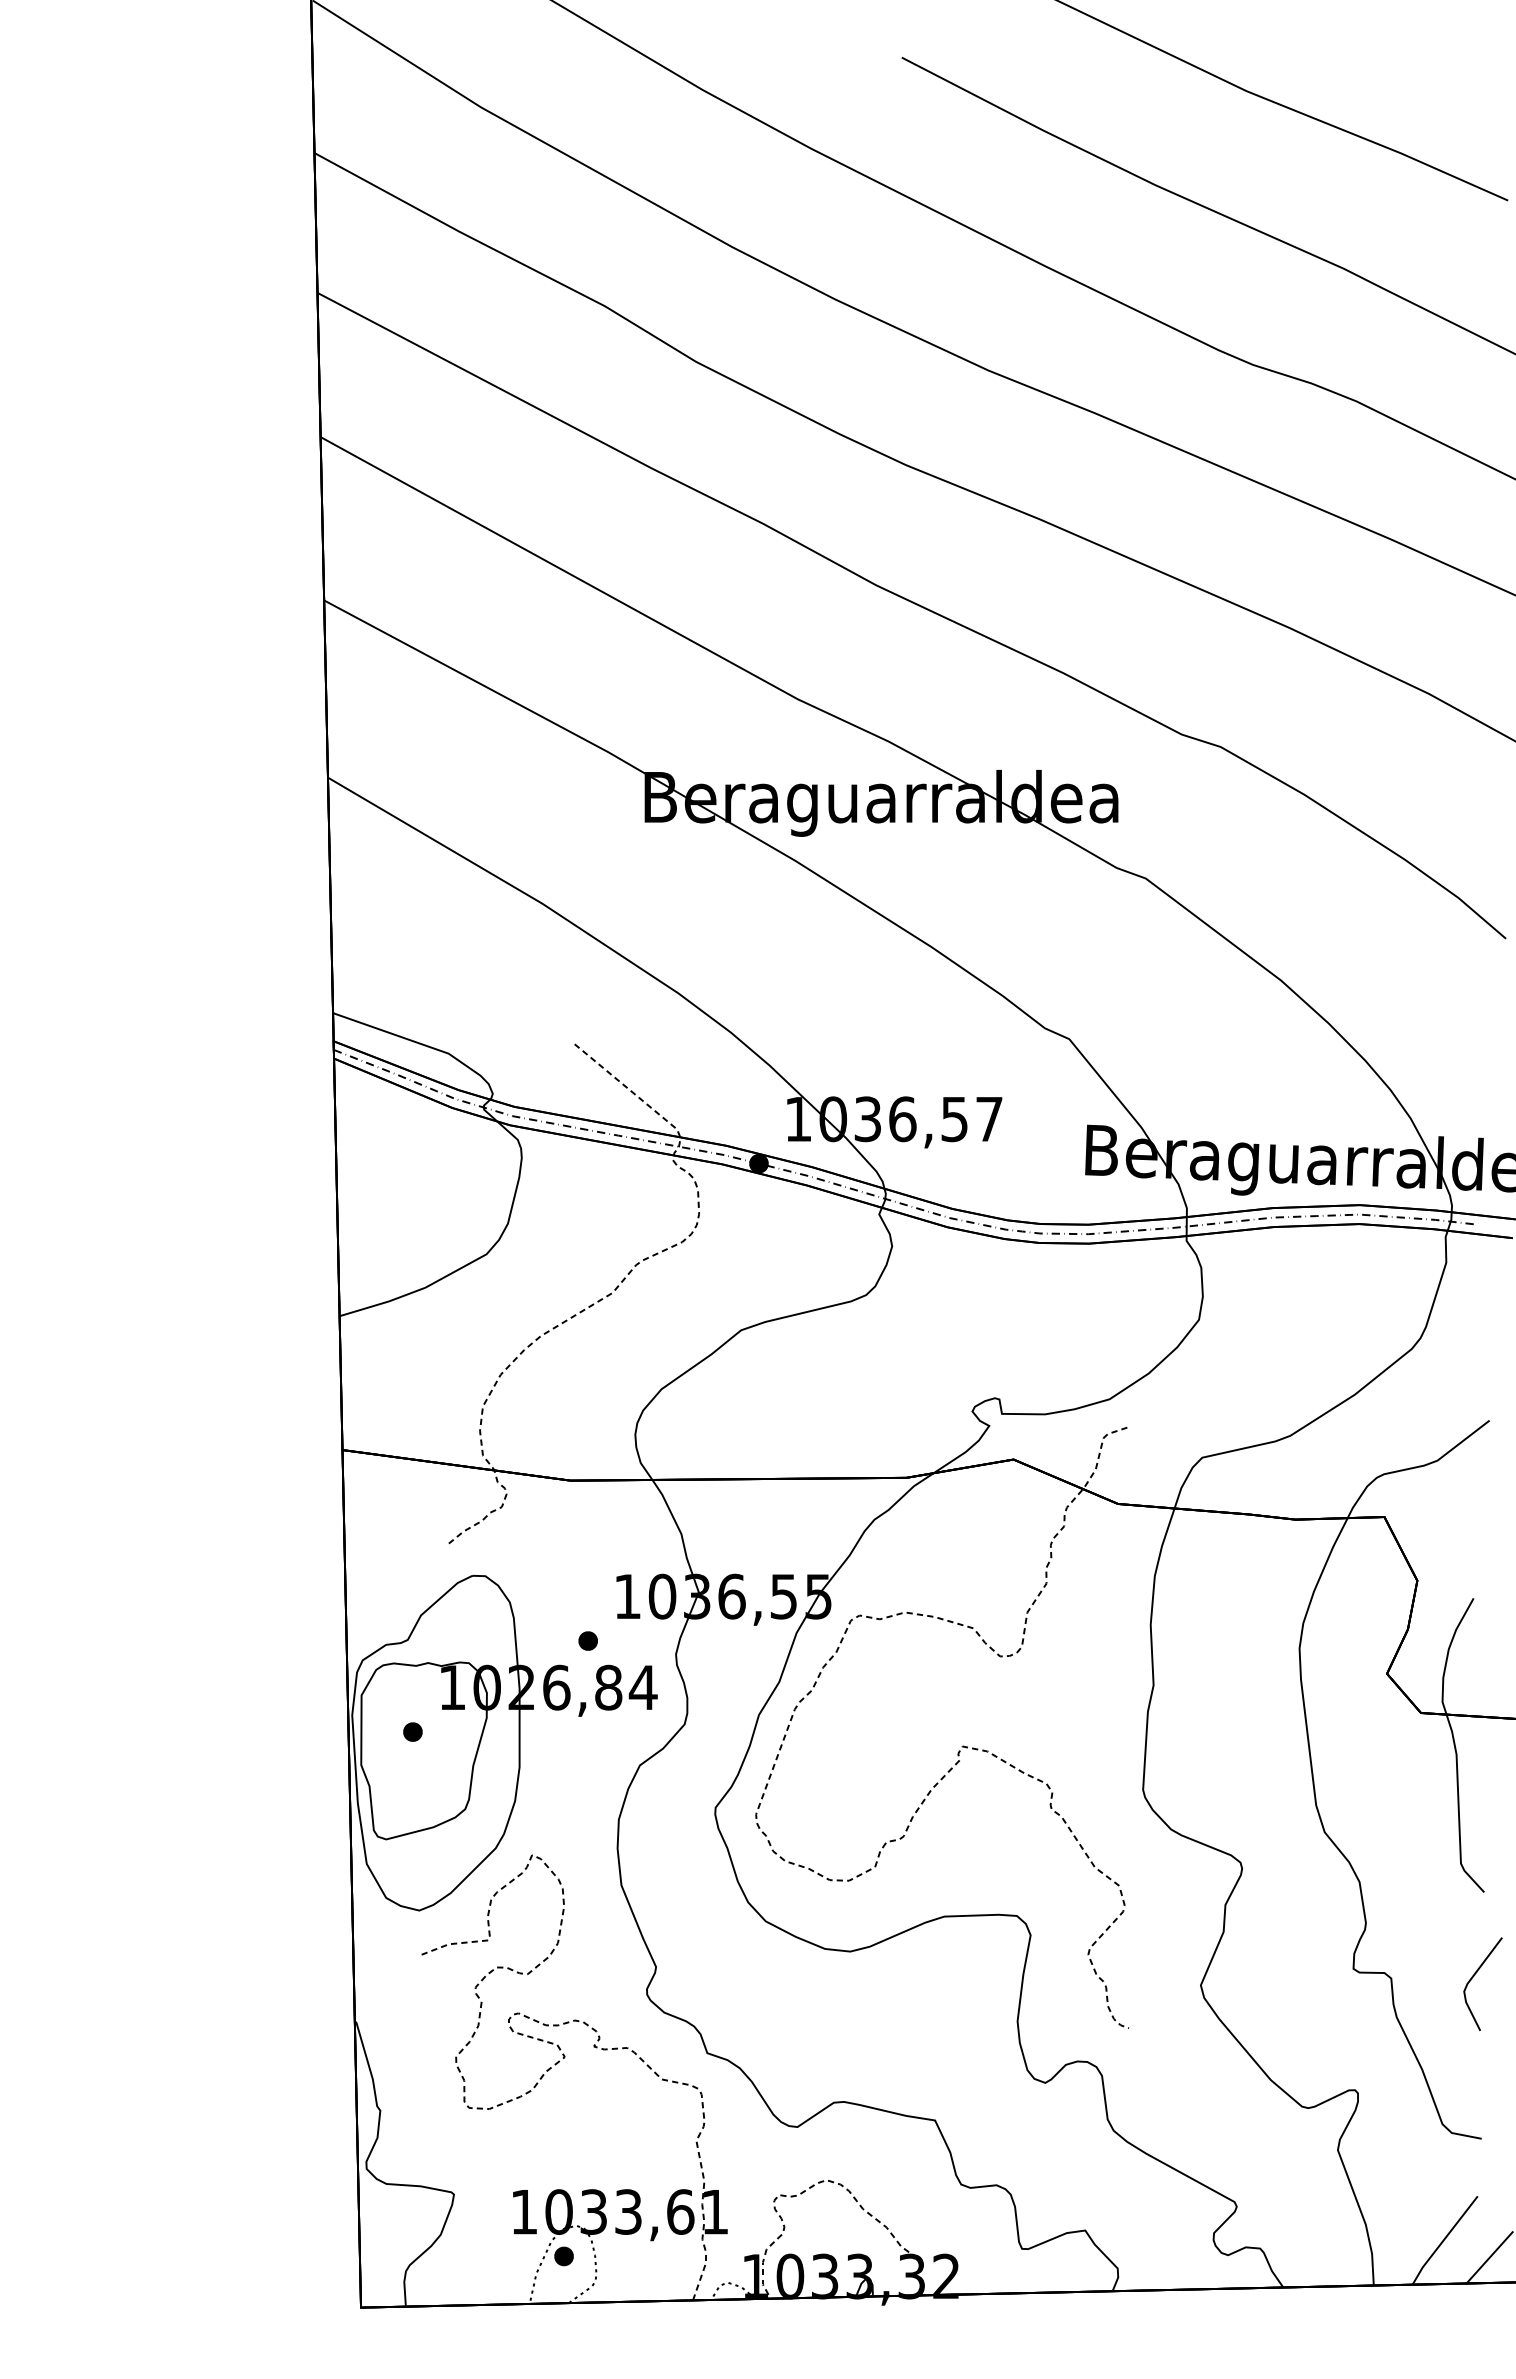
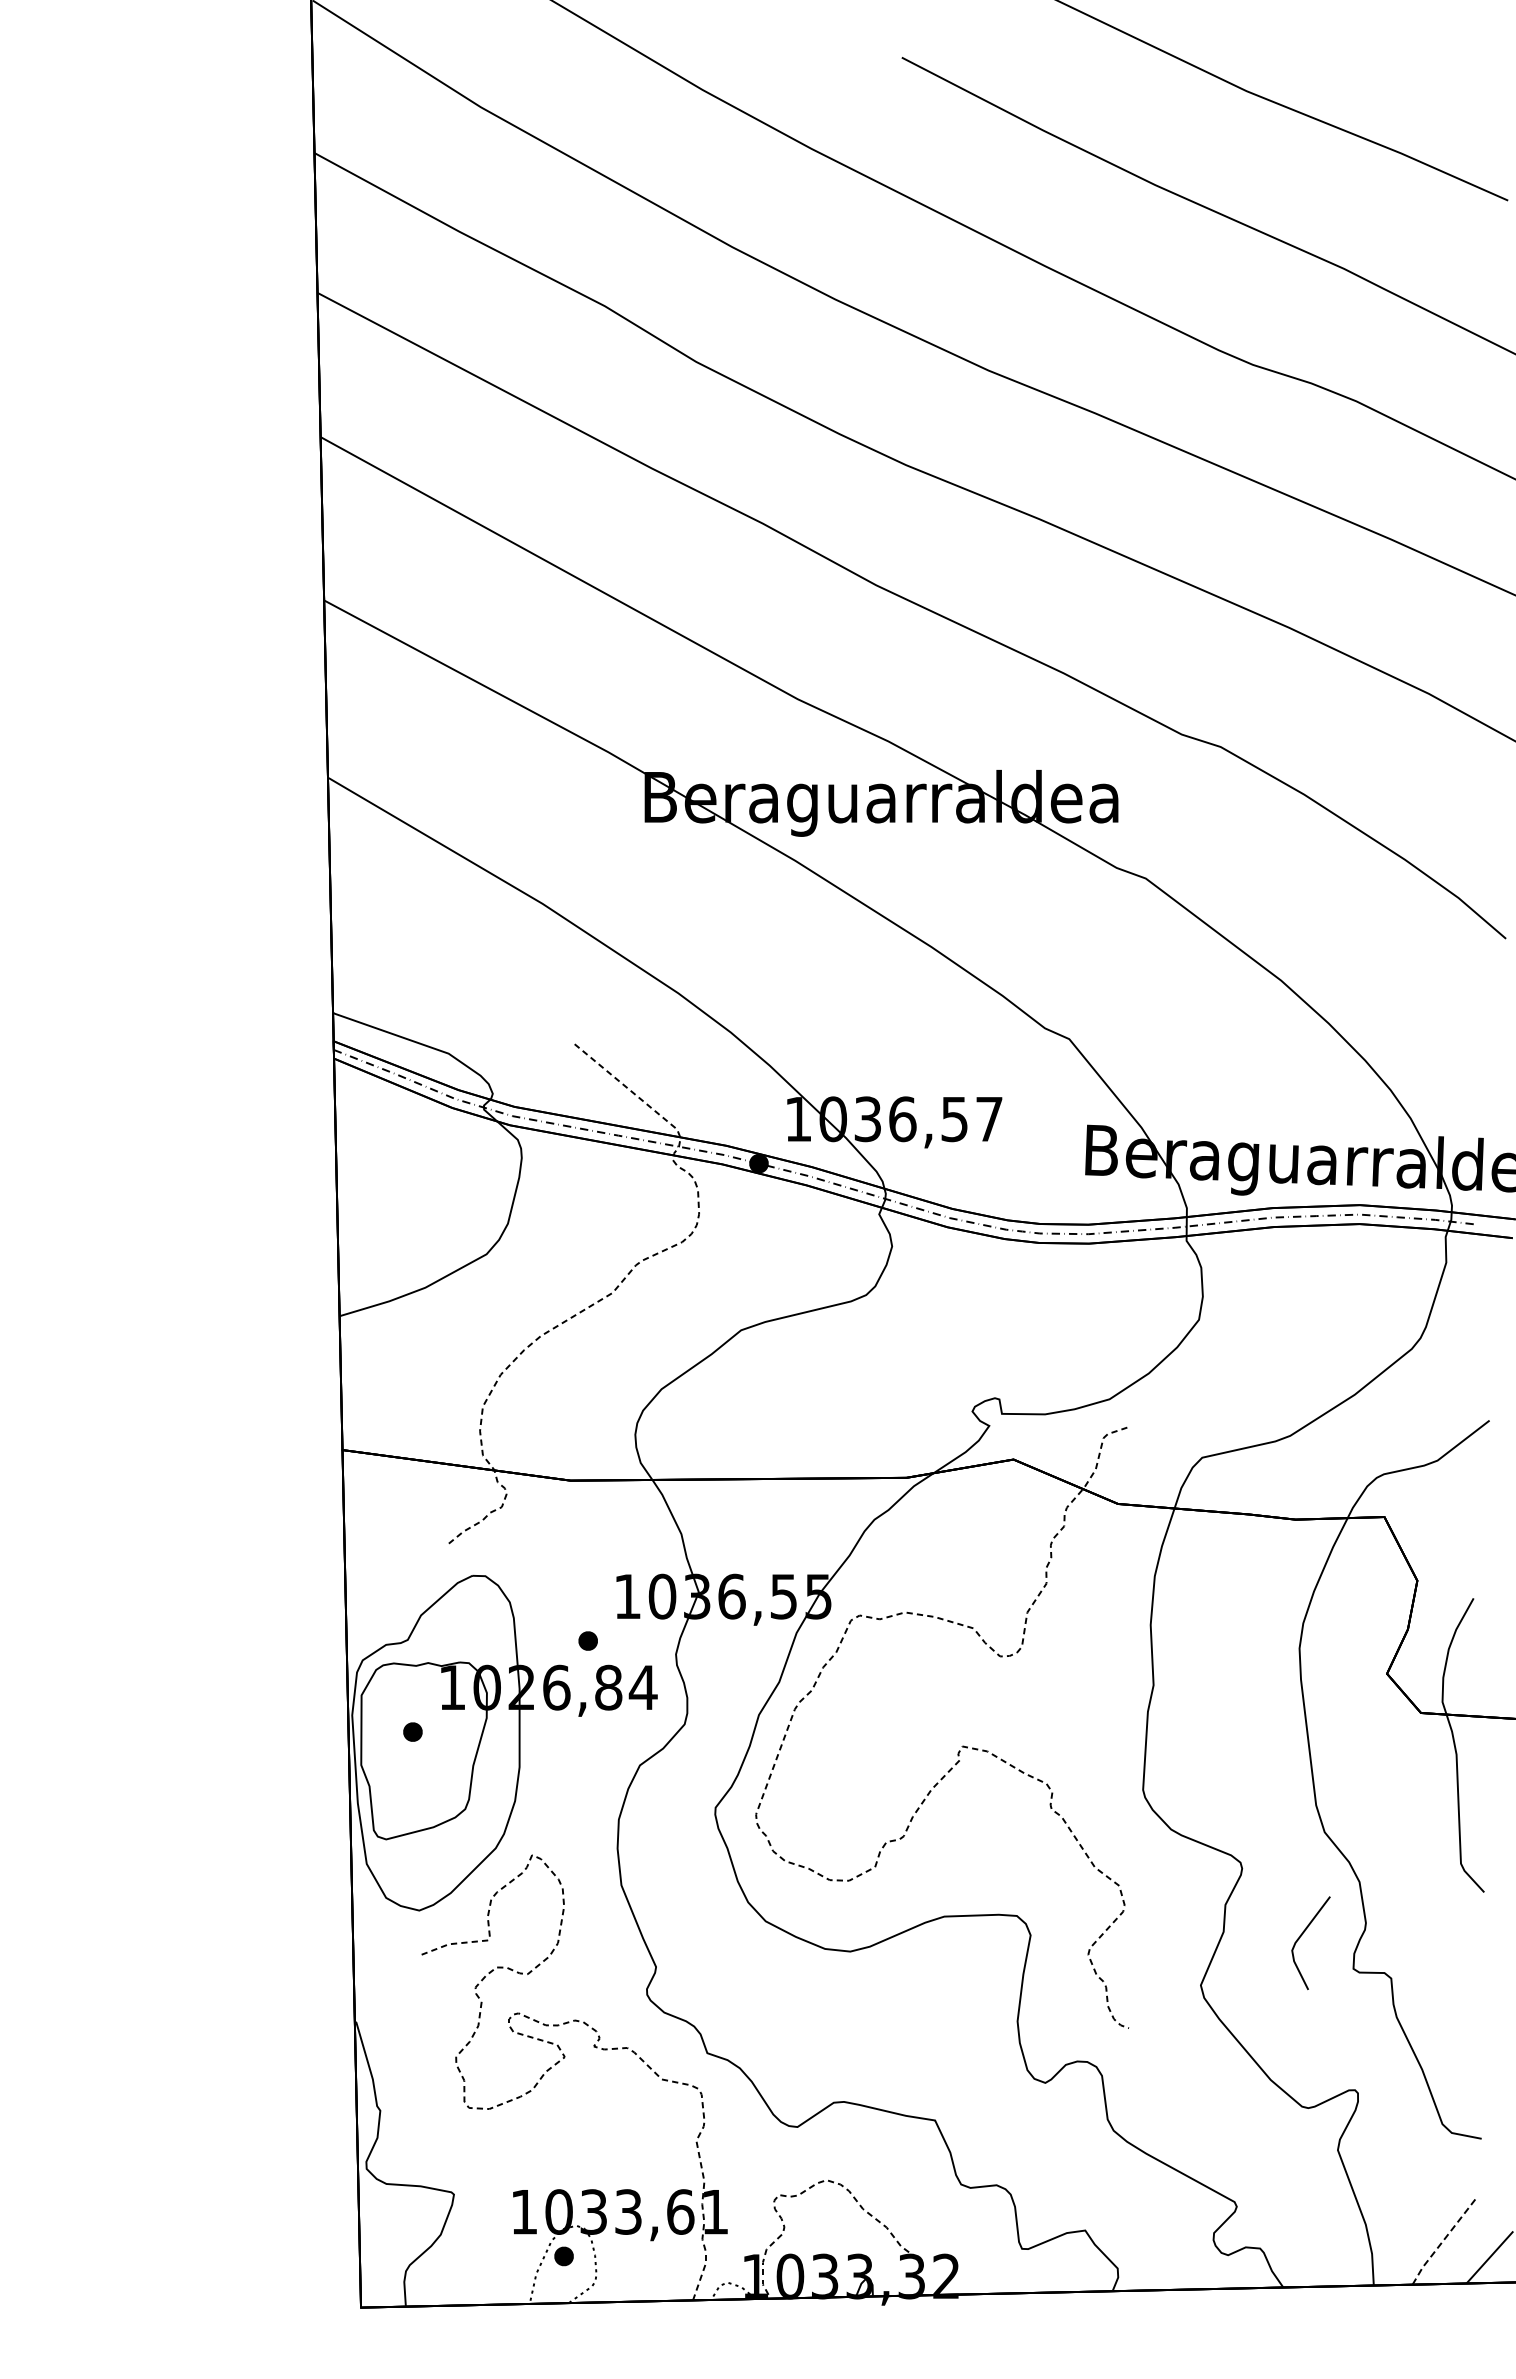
line at (1474, 1976) position: (1474, 1976) -> (1302, 1935)
line at (1443, 2240): solid -> dashed
